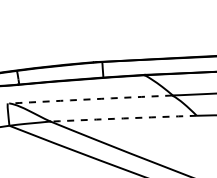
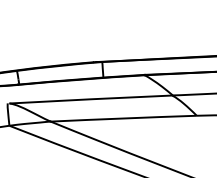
arc at (90, 99): dashed -> solid
arc at (123, 118): dashed -> solid
